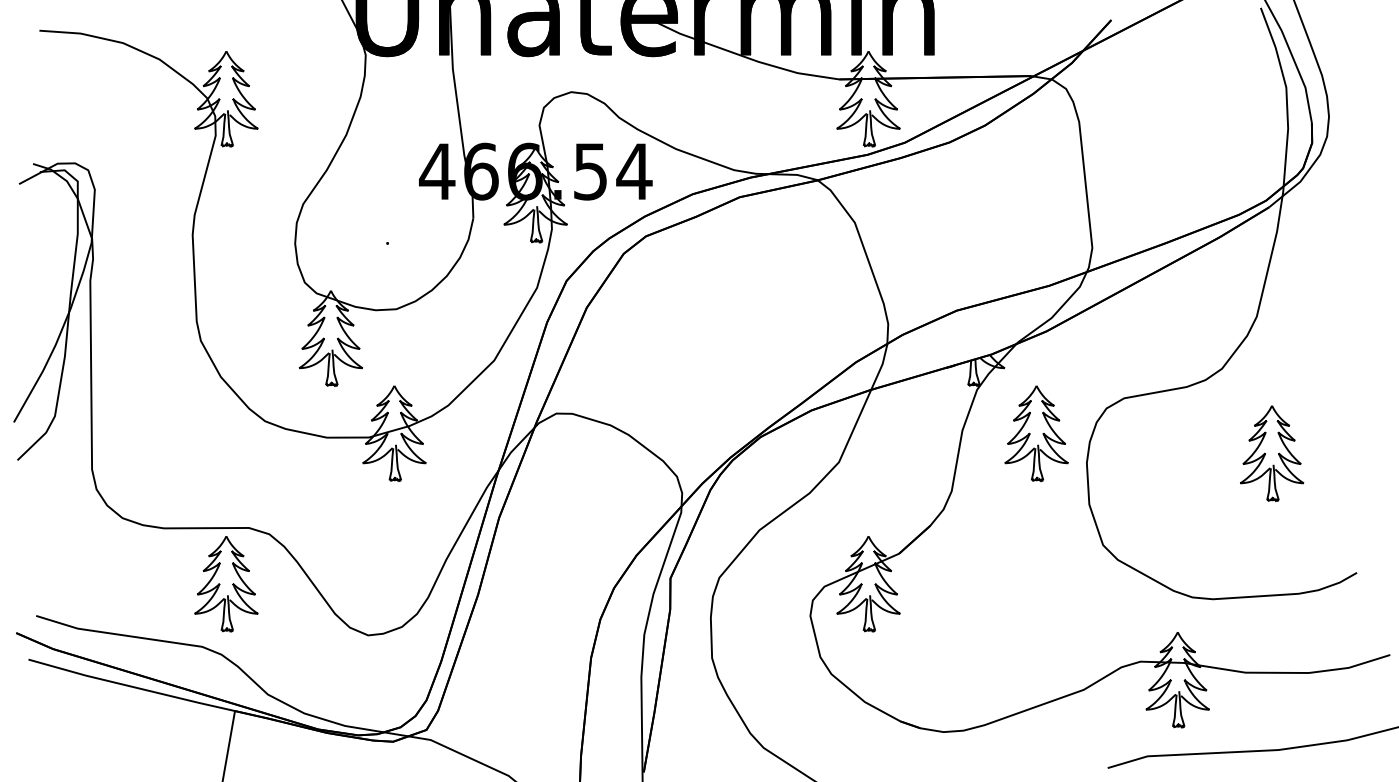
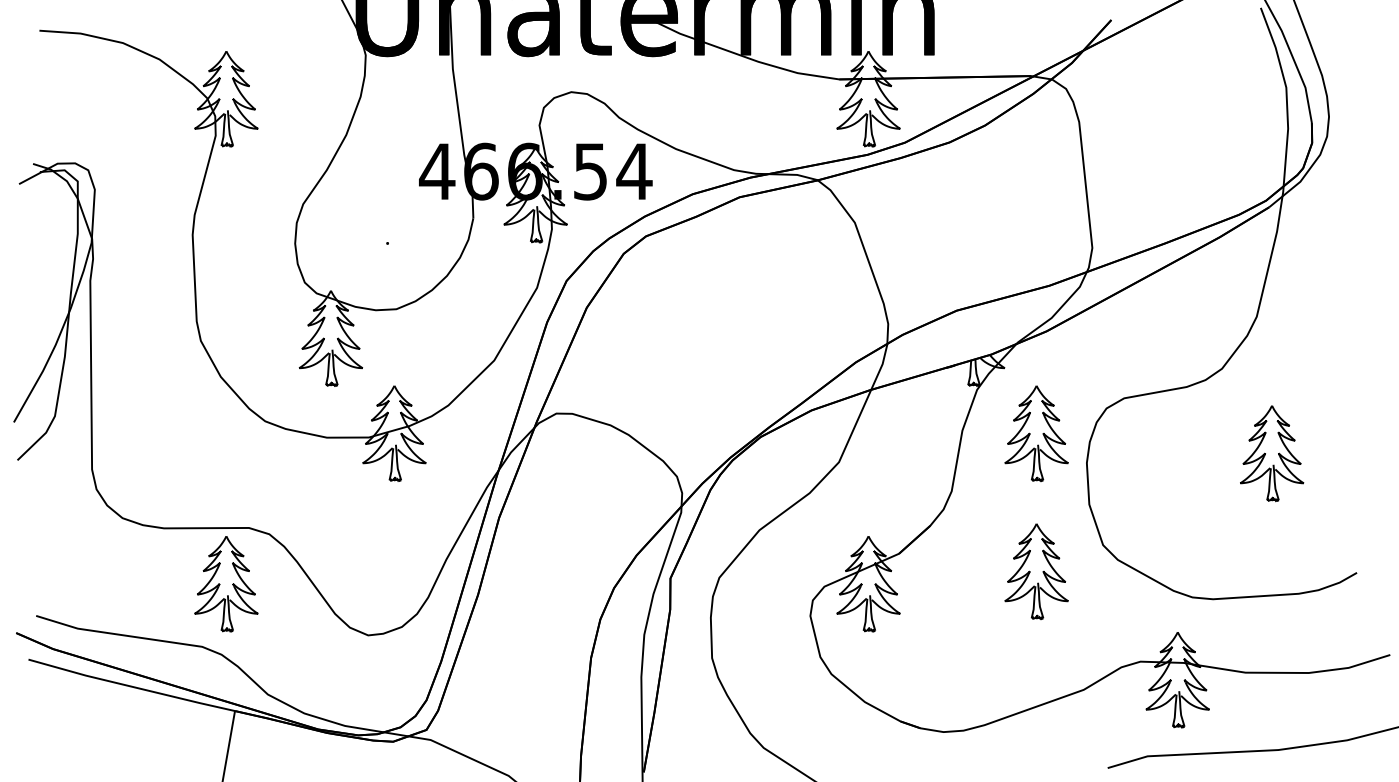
part at (1036, 571): none -> present
